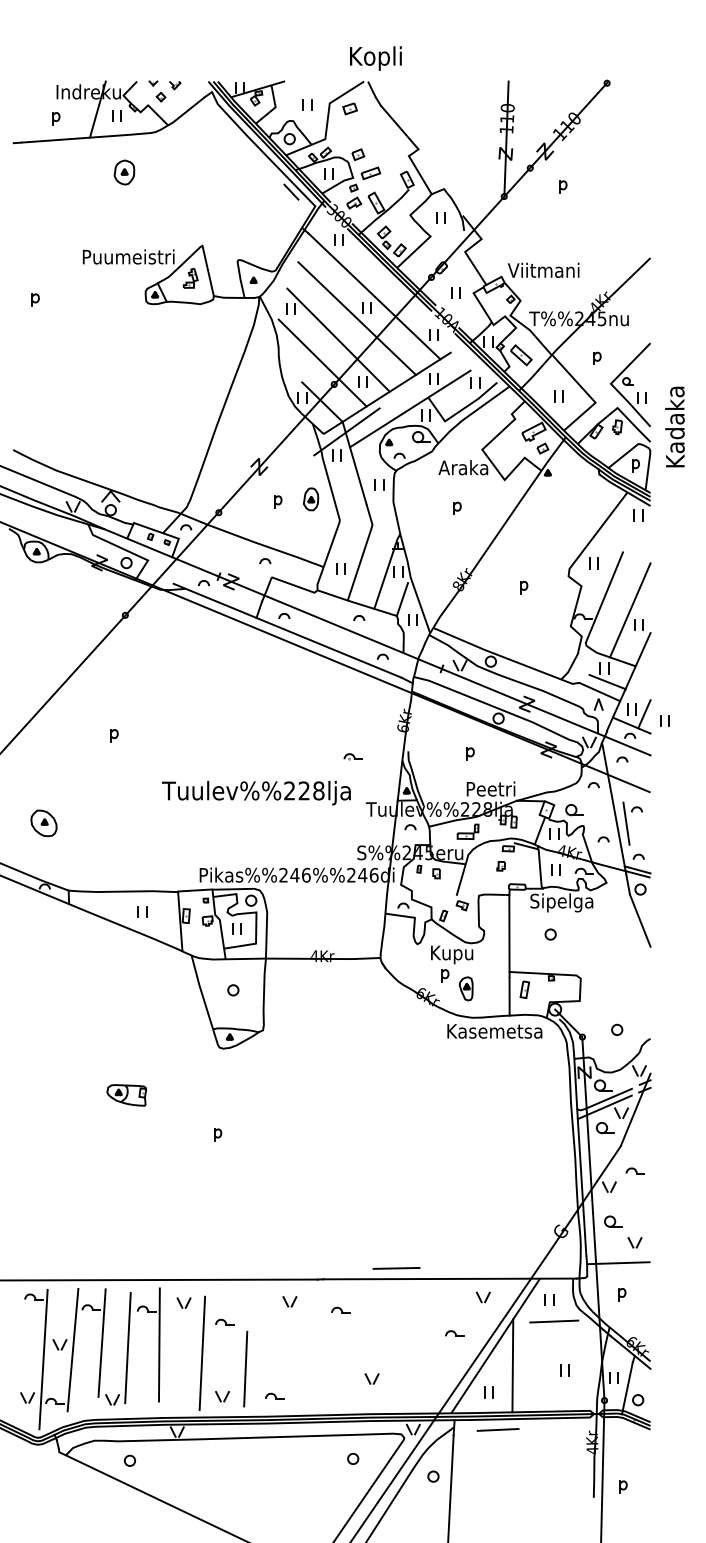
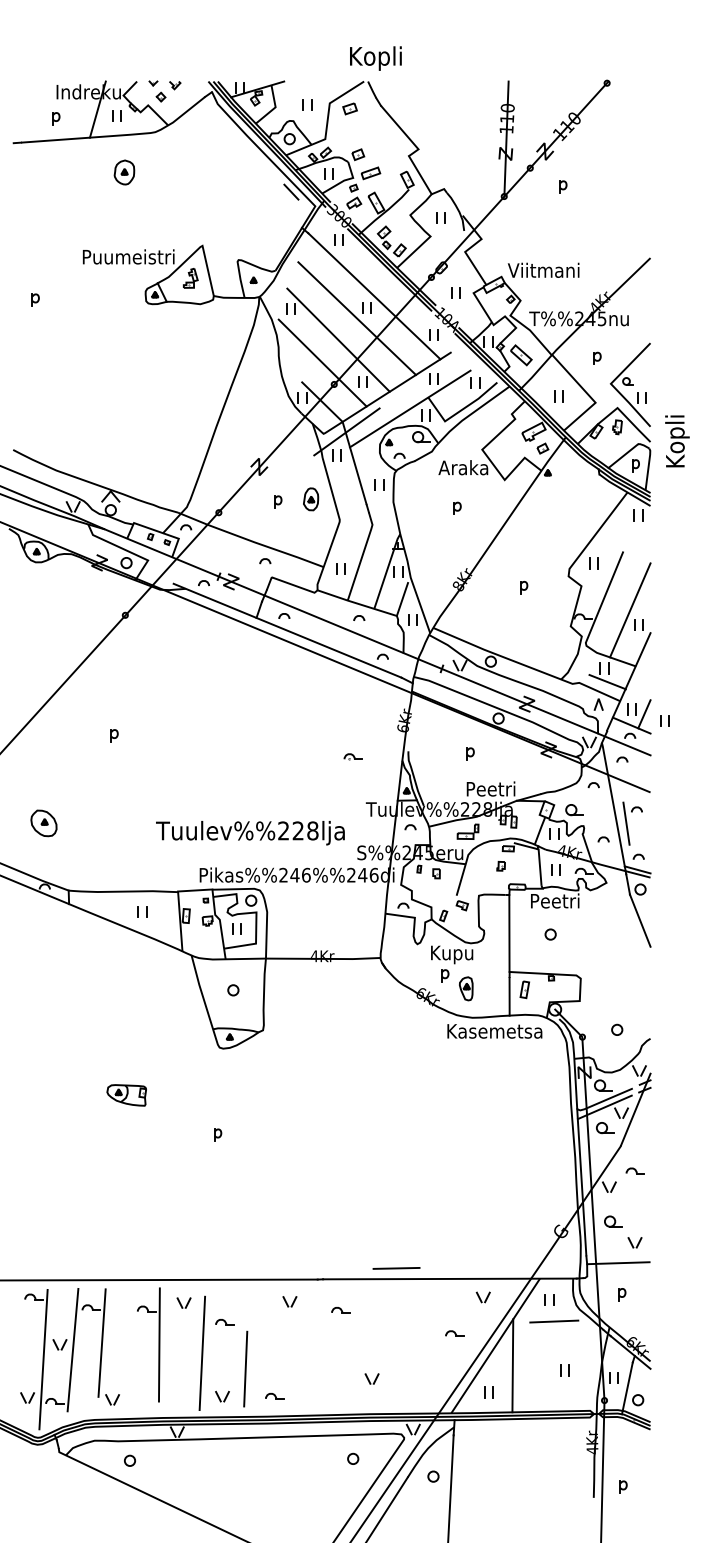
text at (677, 419): Kadaka -> Kopli
text at (256, 793) position: (256, 793) -> (250, 833)
text at (561, 902): Sipelga -> Peetri
line at (127, 1348): present -> none
line at (497, 1429): present -> none
